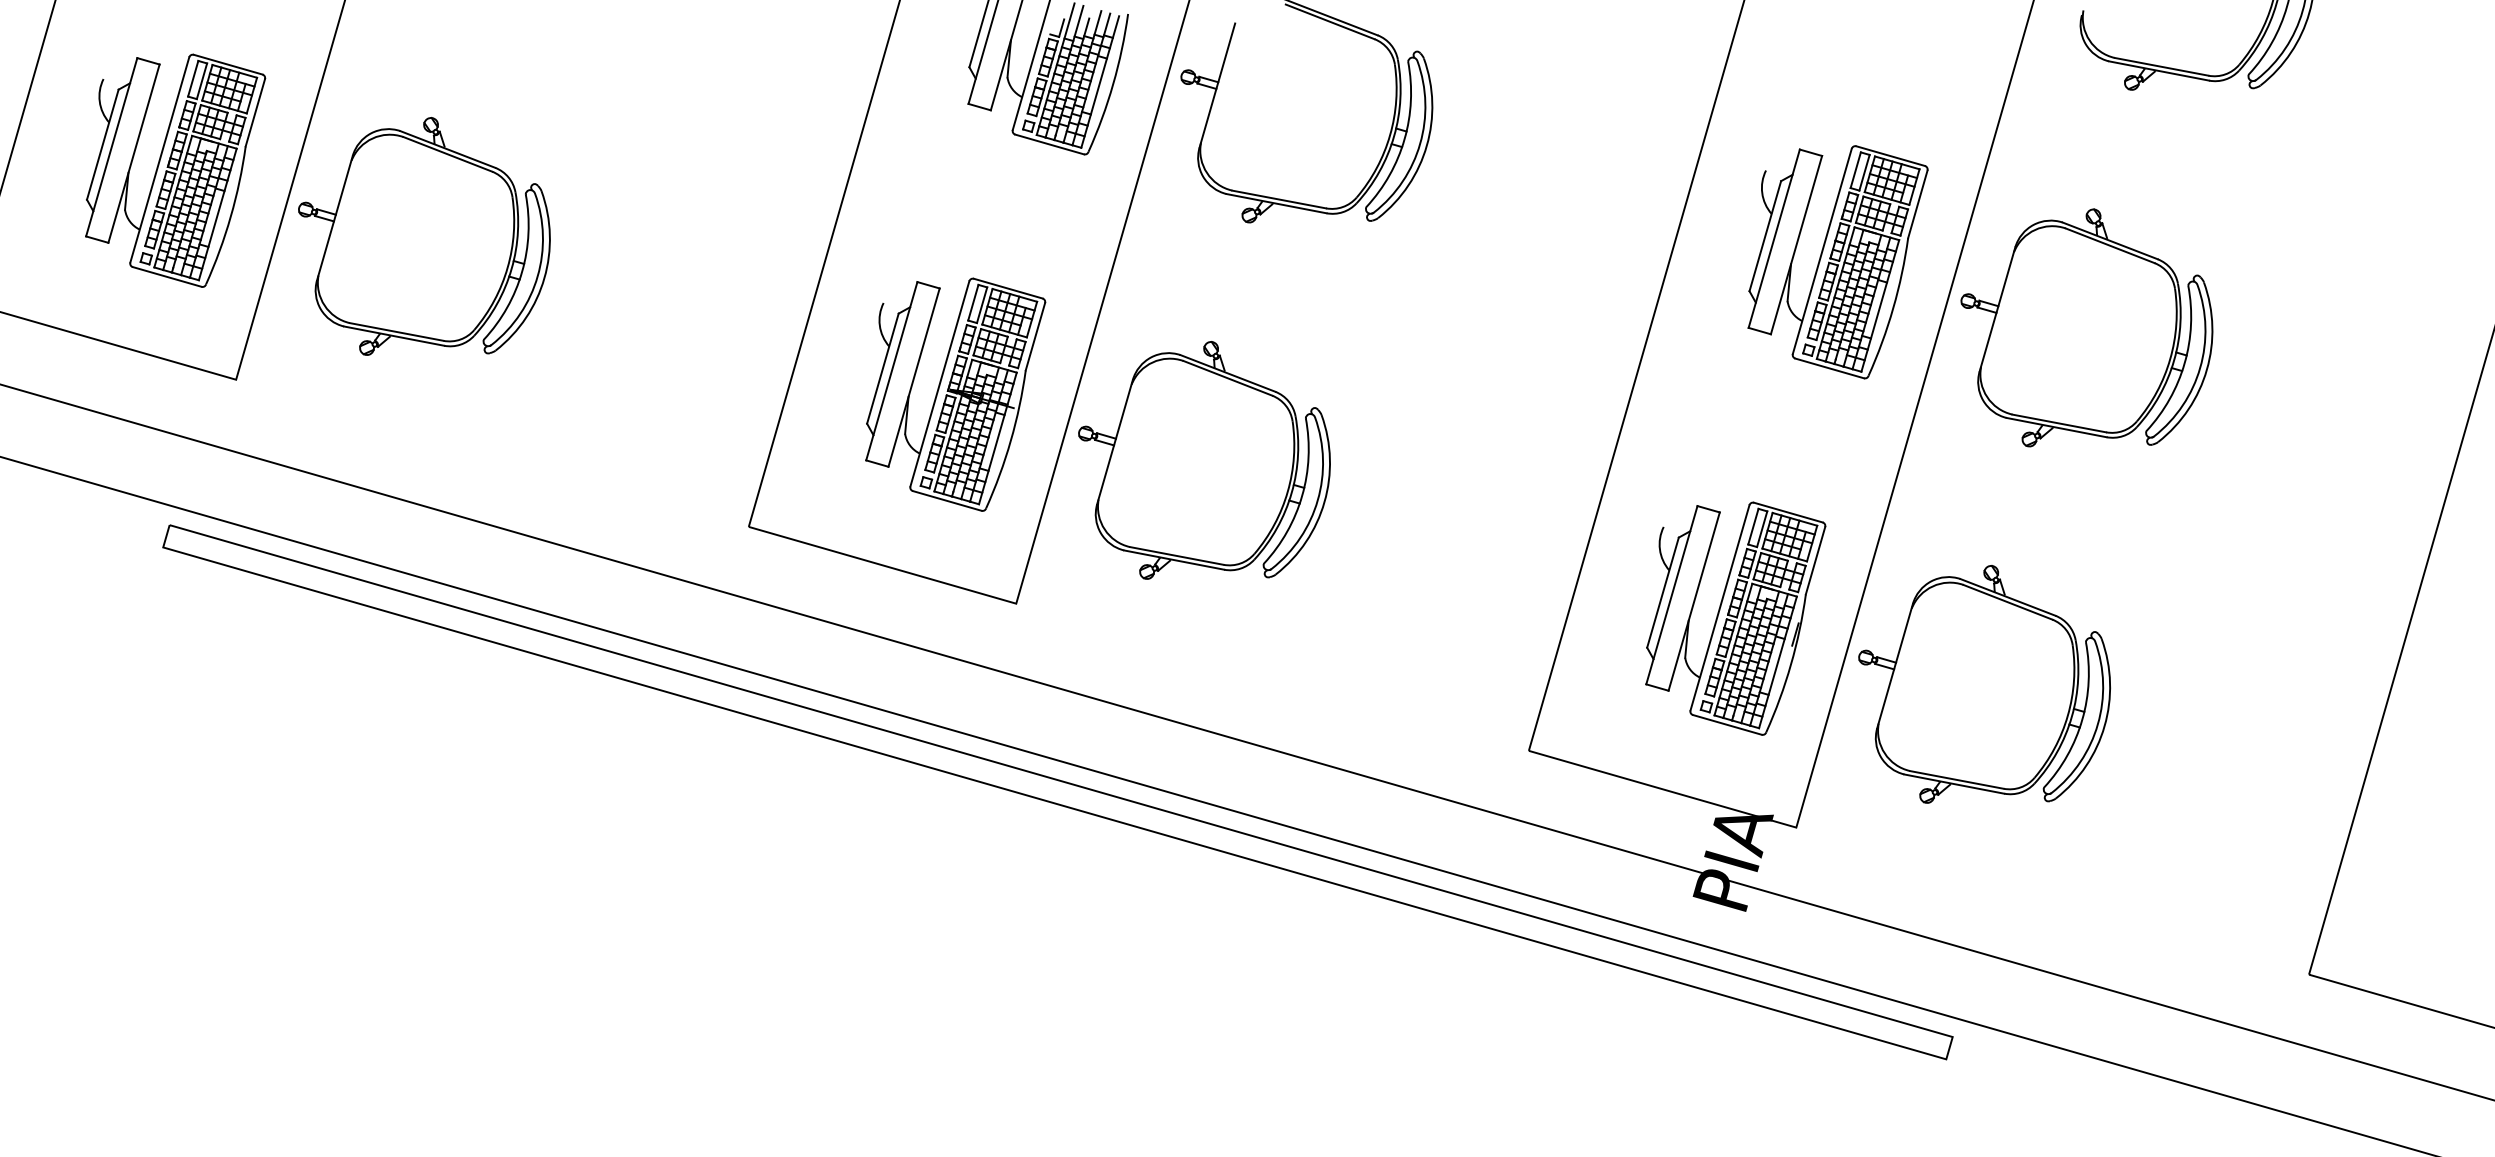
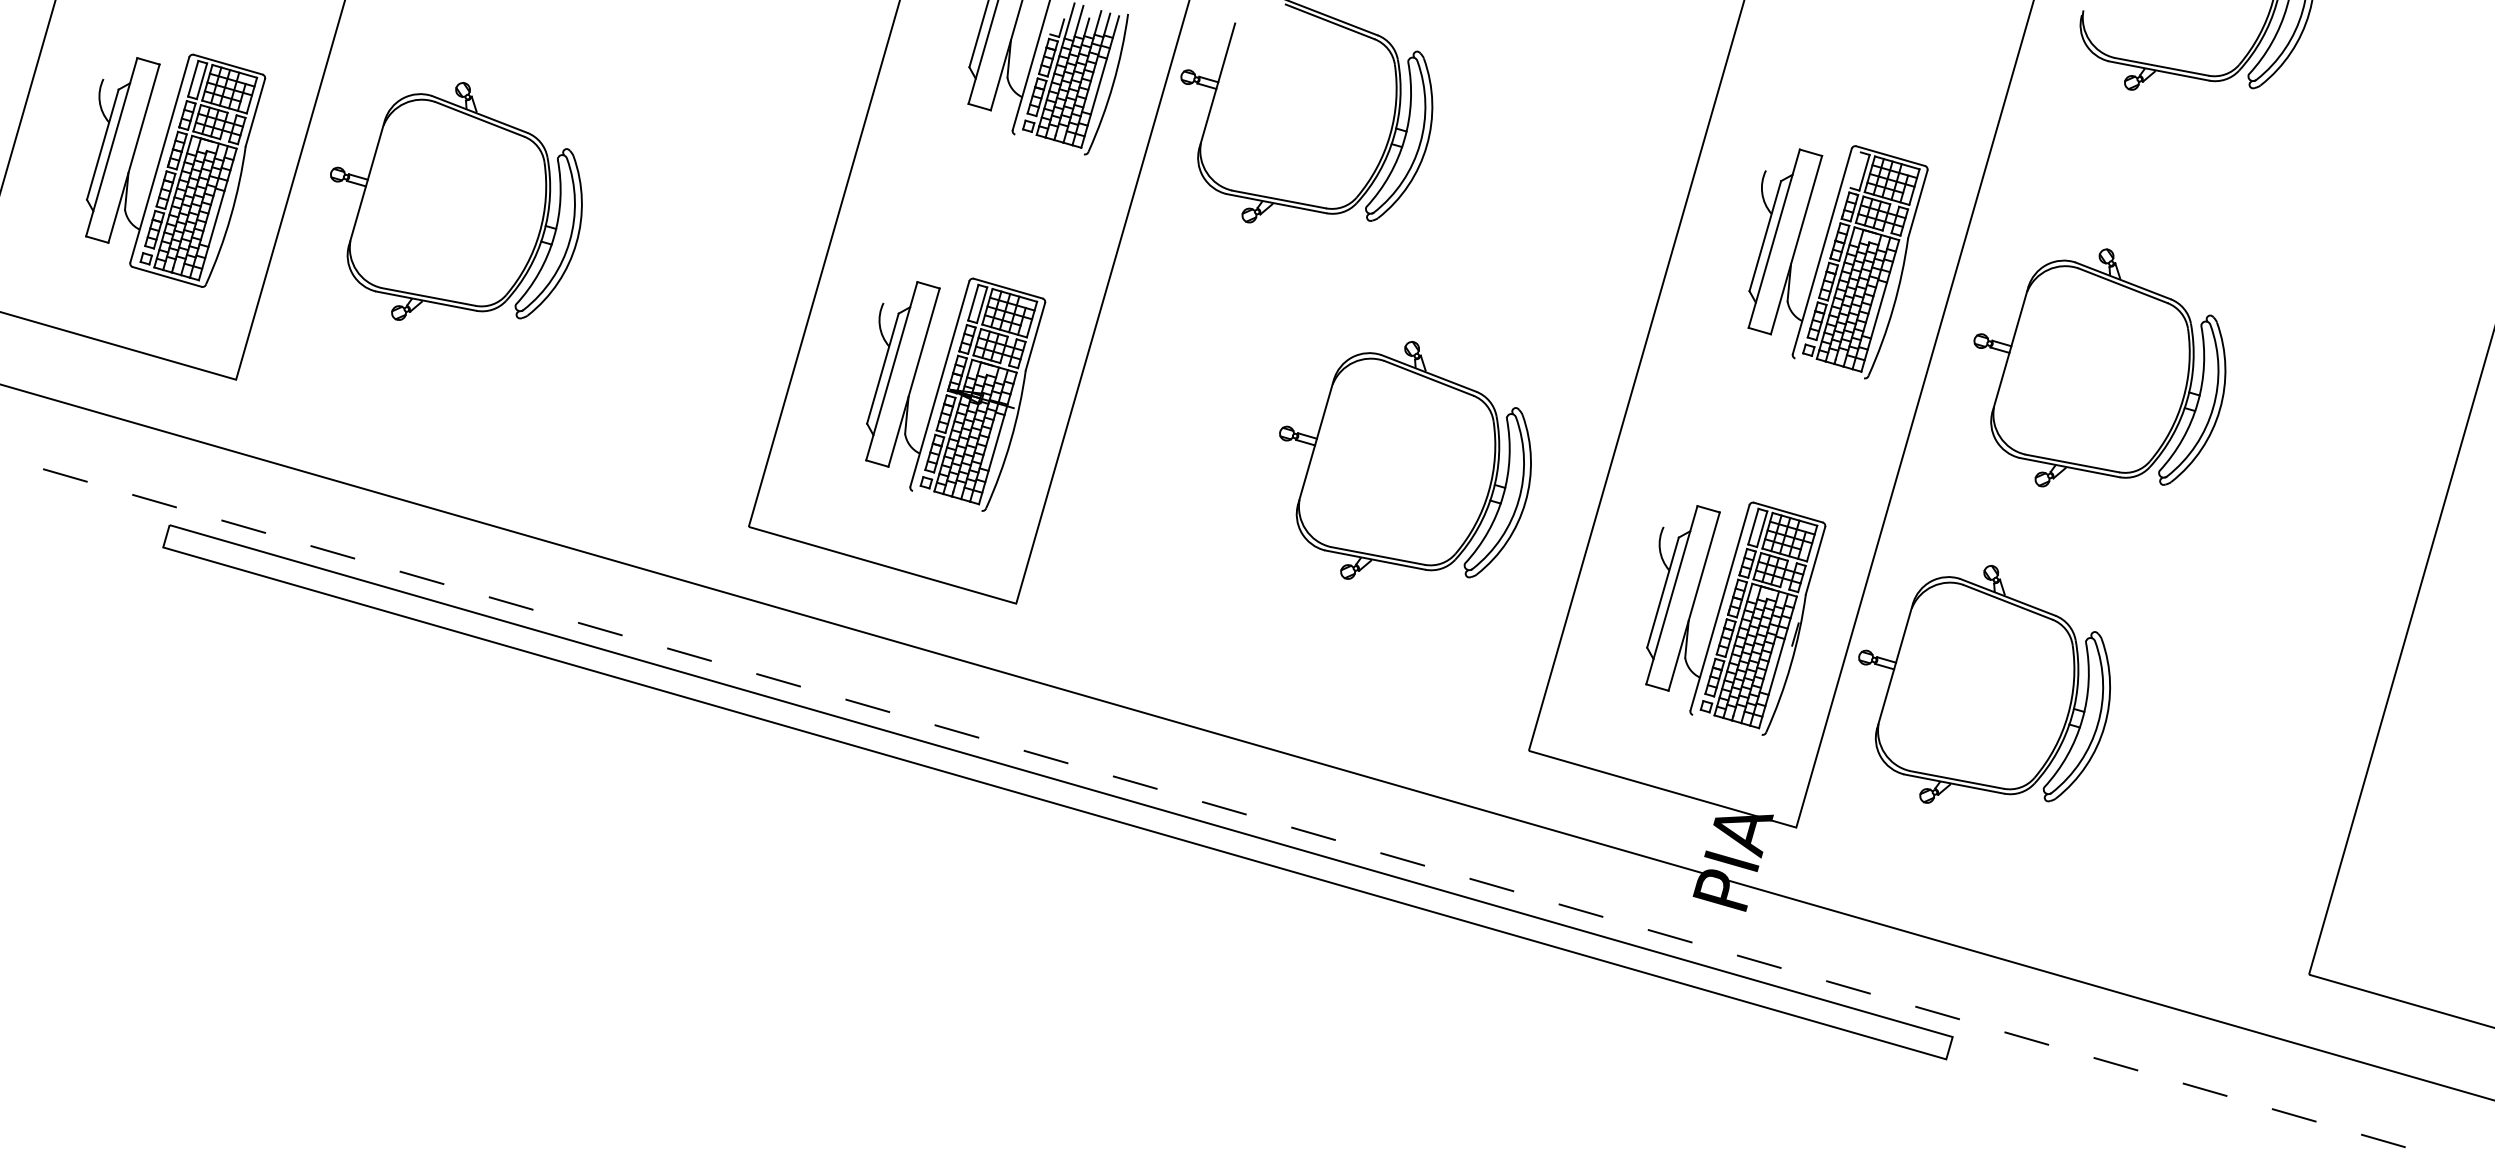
line at (1049, 144): present -> none
line at (1855, 170): present -> none
part at (424, 236) position: (424, 236) -> (456, 201)
part at (2086, 327) position: (2086, 327) -> (2099, 367)
line at (1829, 368): present -> none
part at (1204, 460) position: (1204, 460) -> (1405, 460)
line at (946, 500): present -> none
line at (1727, 724): present -> none
line at (1219, 806): solid -> dashed
